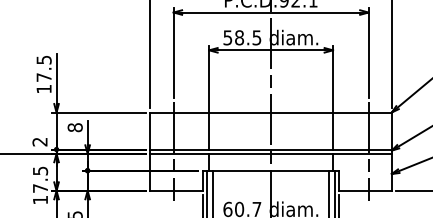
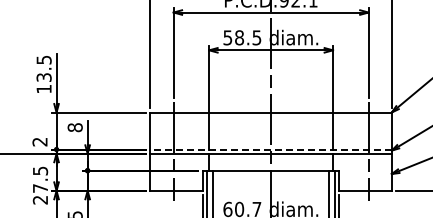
text at (43, 77): 17.5 -> 13.5
line at (271, 149): solid -> dashed
text at (39, 200): 17.5 -> 27.5
